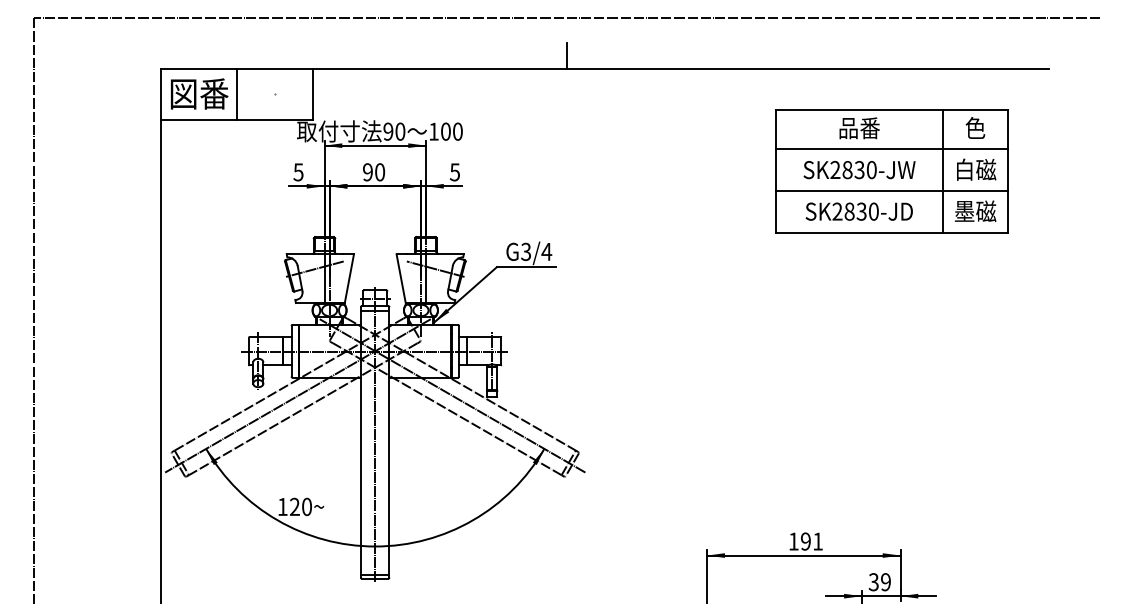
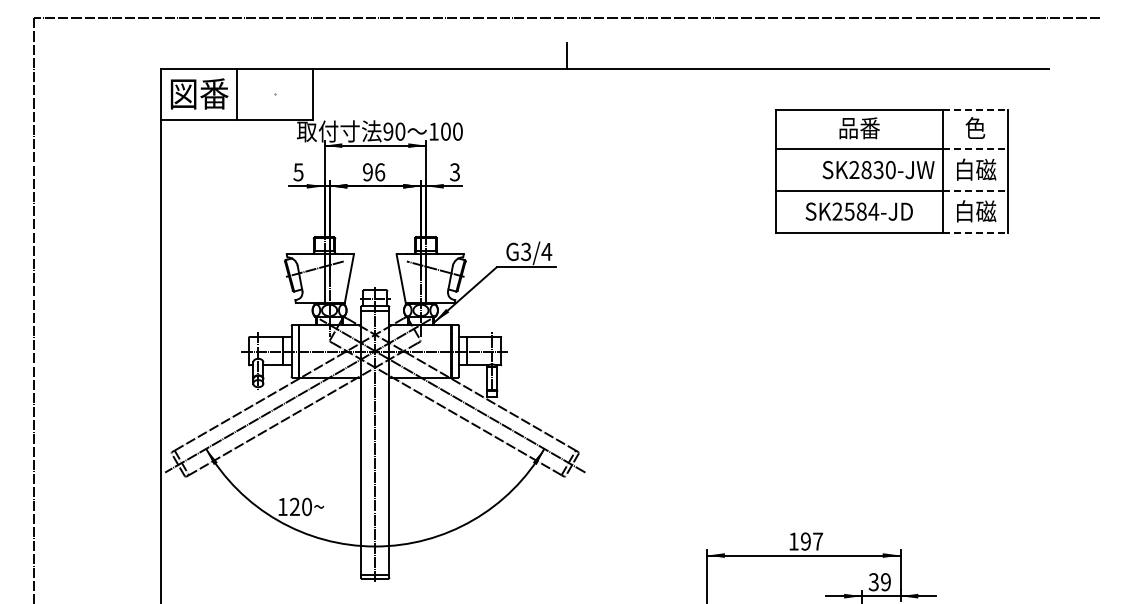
line at (975, 110): solid -> dashed
line at (975, 149): solid -> dashed
text at (859, 170) position: (859, 170) -> (878, 170)
text at (454, 171): 5 -> 3
text at (380, 172): 90 -> 96
line at (975, 190): solid -> dashed
text at (861, 211): SK2830-JD -> SK2584-JD
text at (964, 211): 墨磁 -> 白磁
line at (975, 232): solid -> dashed
text at (818, 541): 191 -> 197
